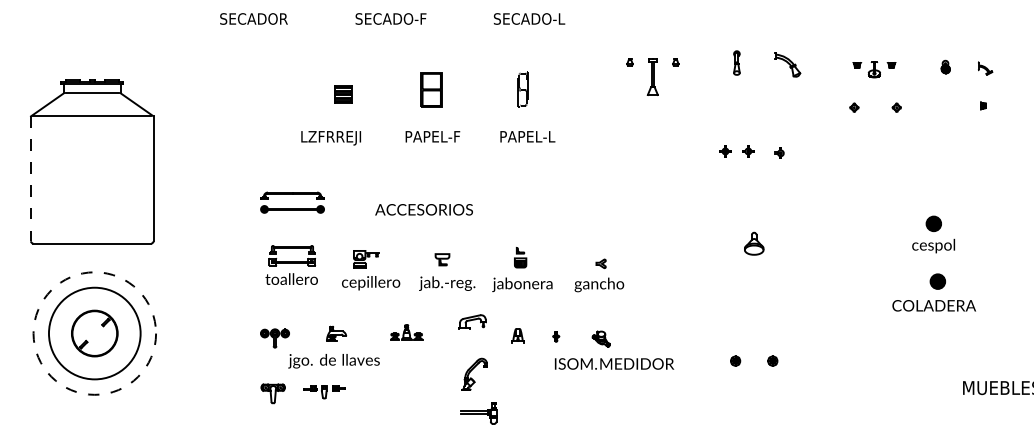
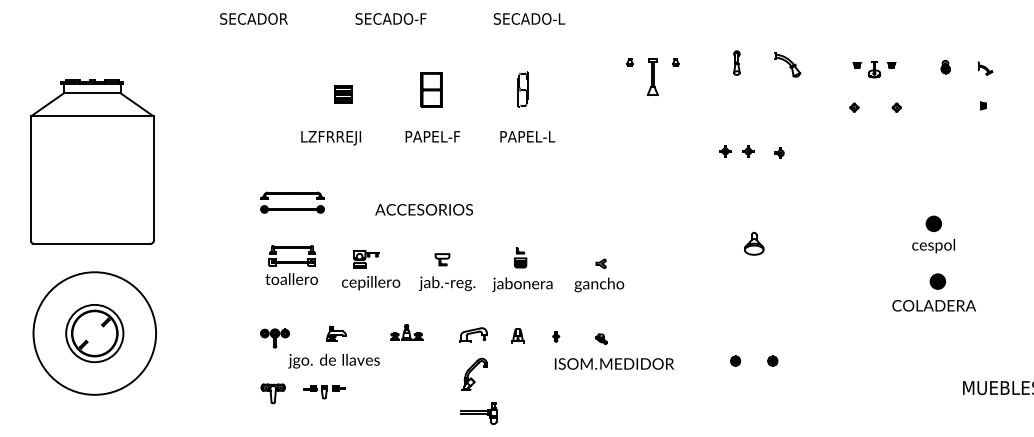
line at (31, 179): dashed -> solid
part at (472, 321) position: (472, 321) -> (473, 334)
circle at (94, 333) diameter: 92 px -> 57 px
circle at (94, 333): dashed -> solid
part at (600, 338) size: 20x18 px -> 13x12 px
